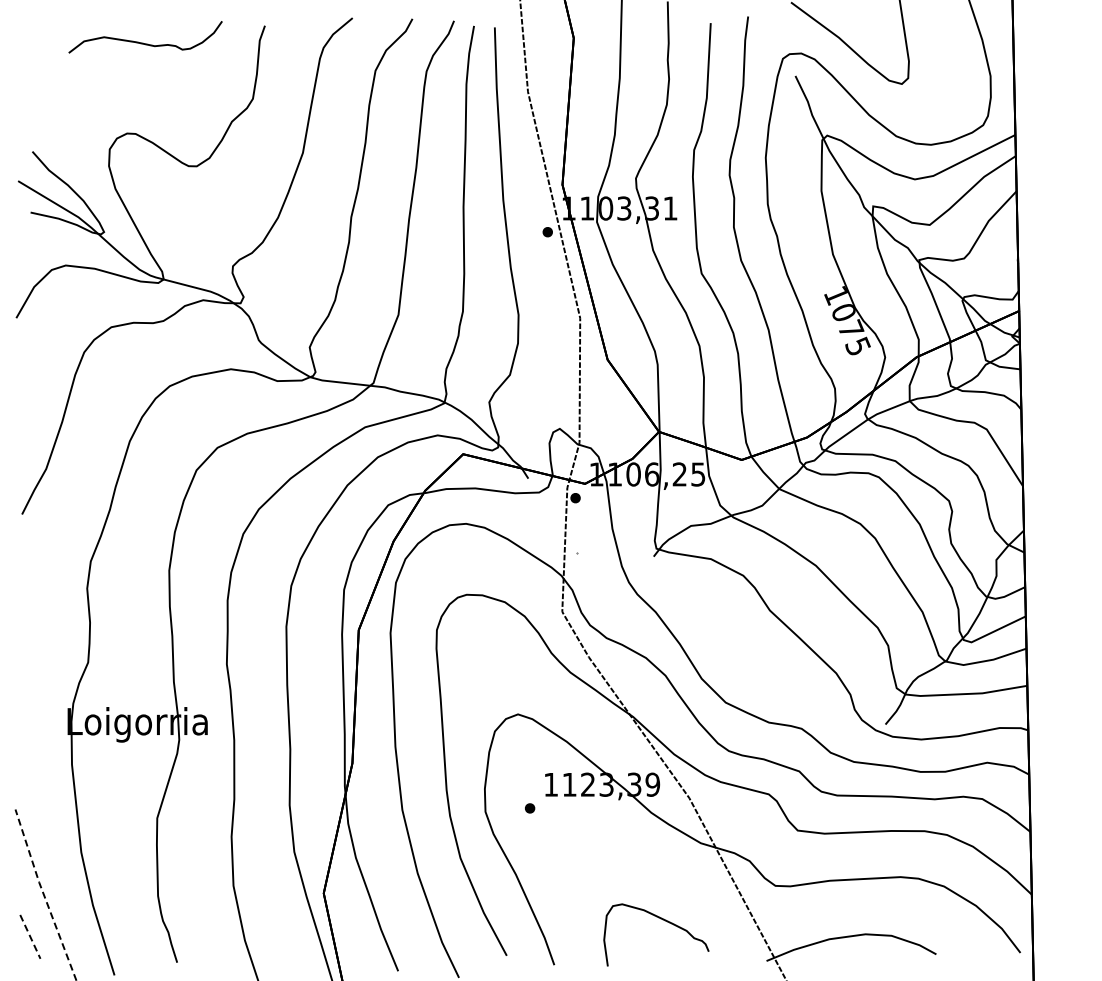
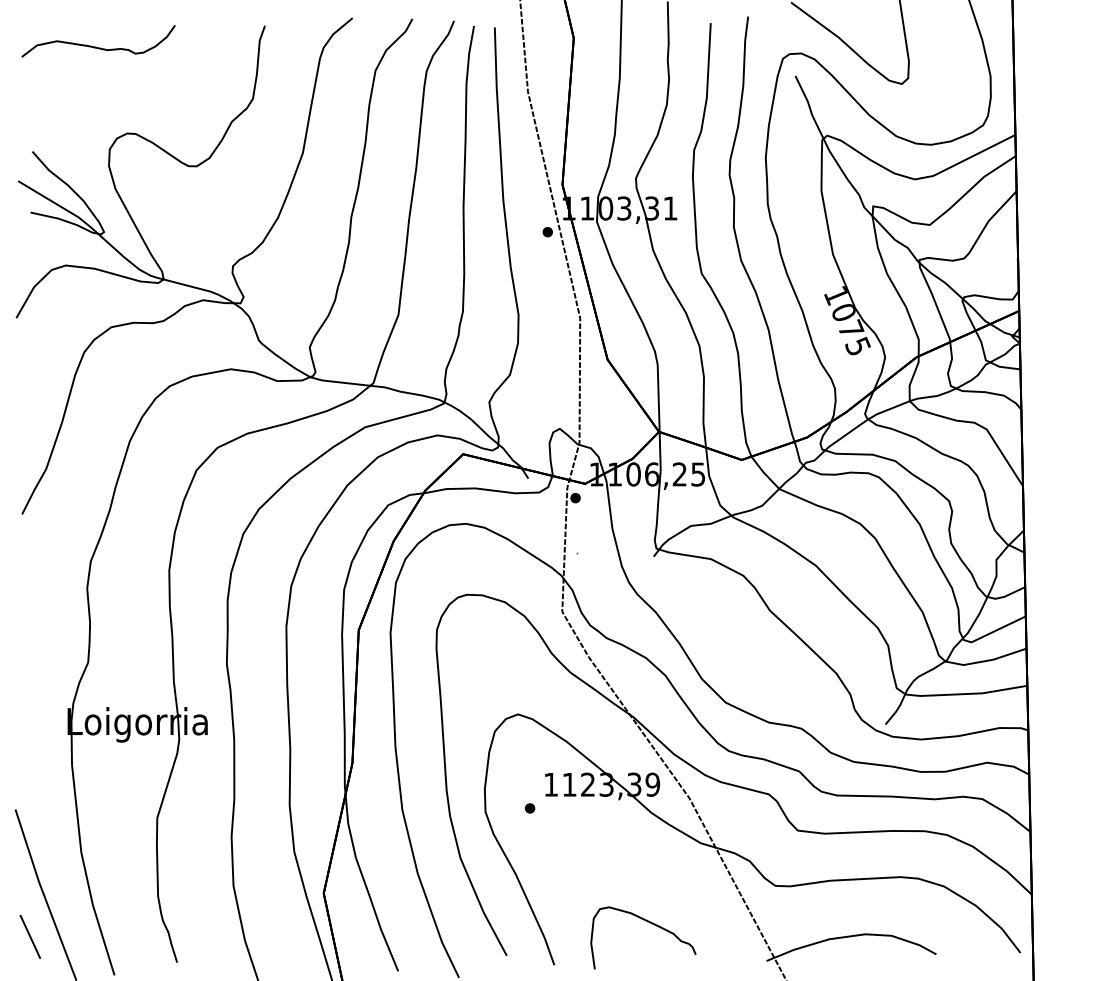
curve at (143, 42) position: (143, 42) -> (96, 46)
line at (44, 895): dashed -> solid
curve at (660, 919) position: (660, 919) -> (647, 922)
line at (30, 937): dashed -> solid
